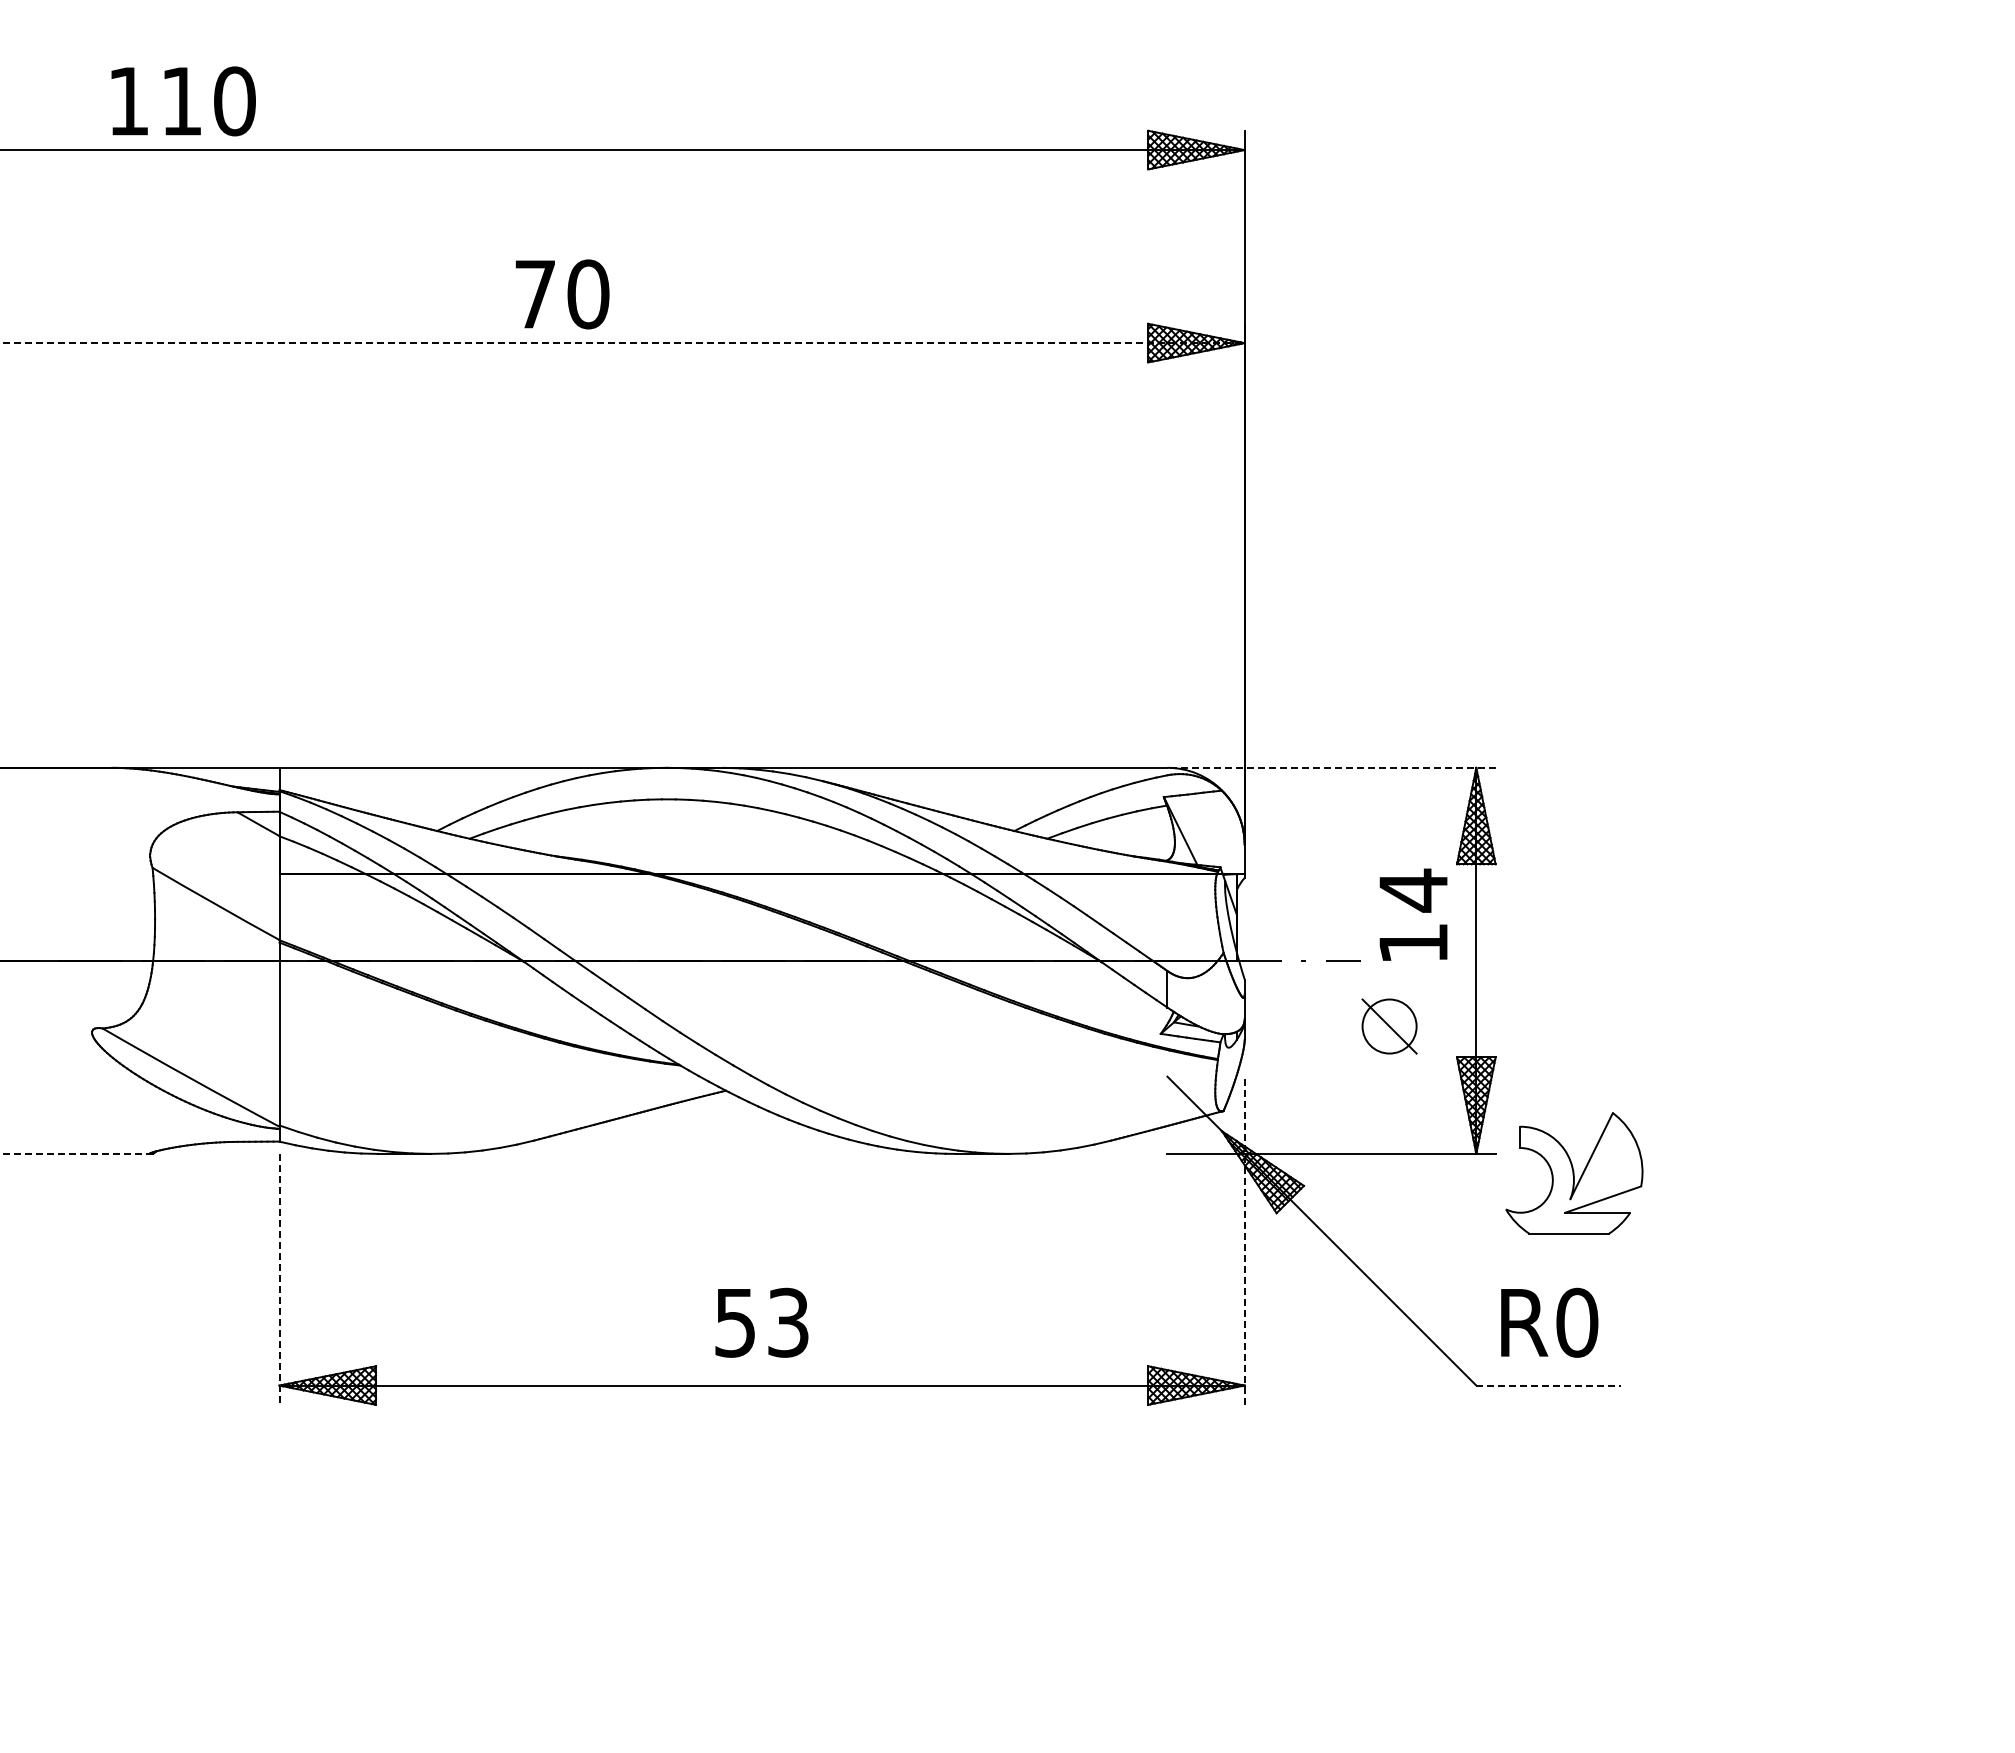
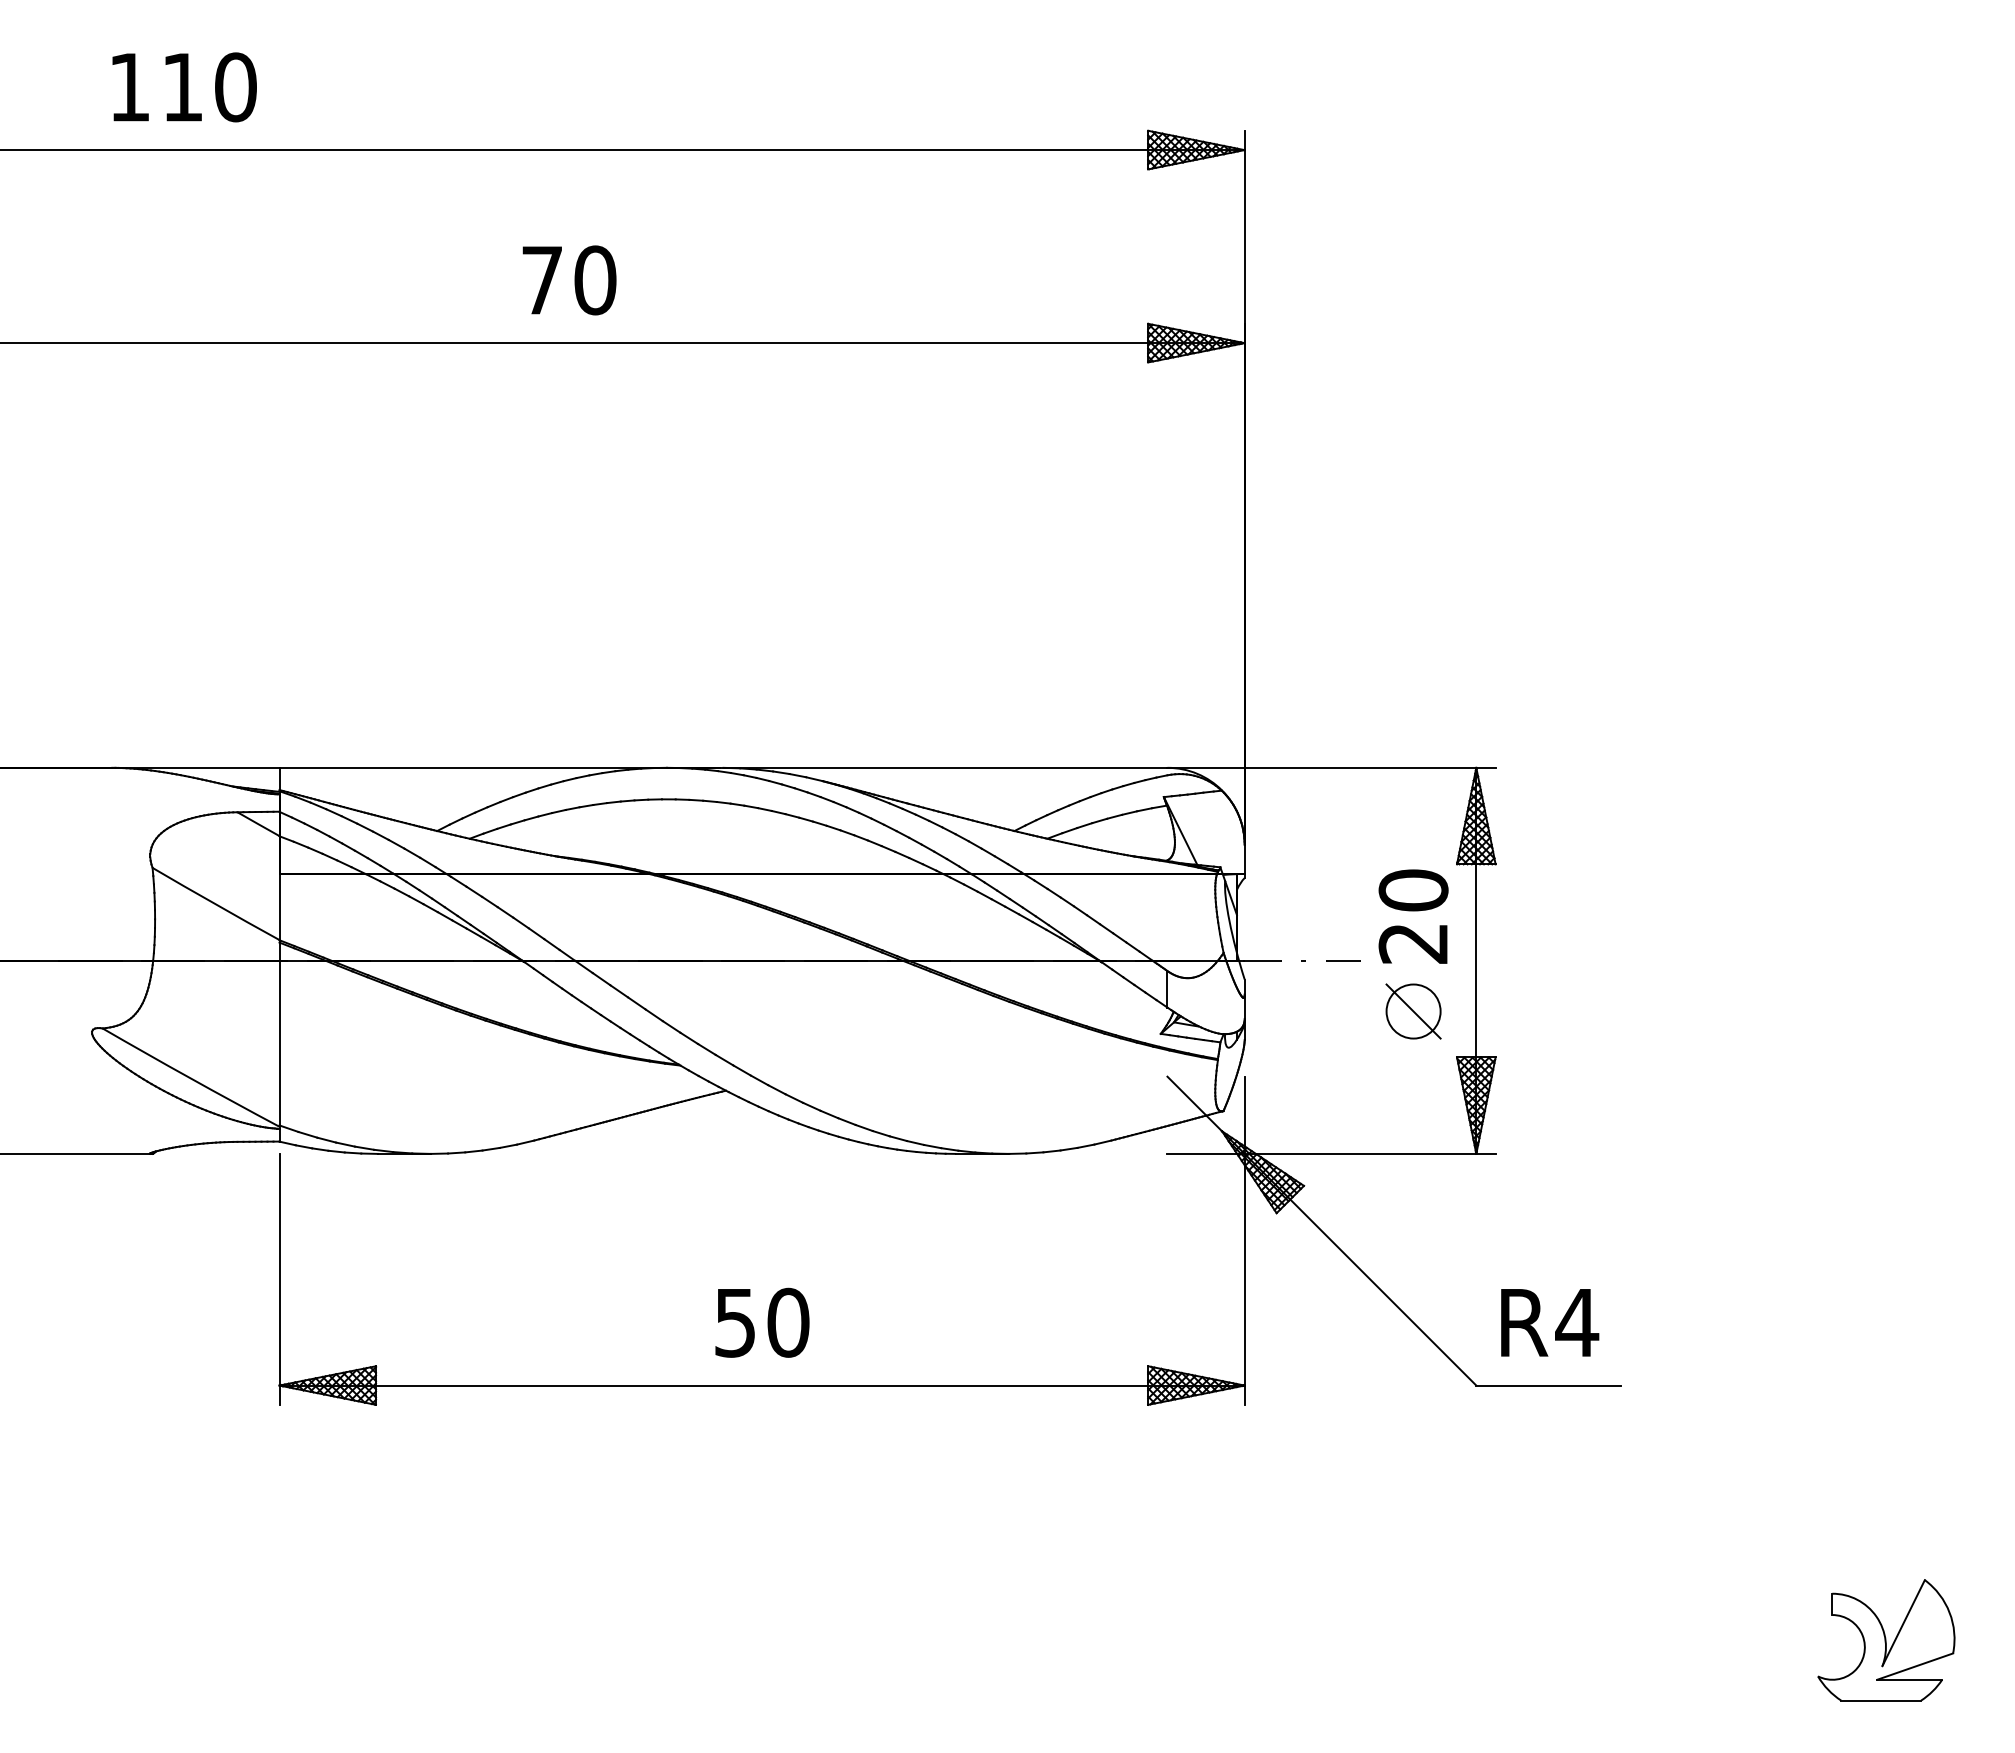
text at (183, 101) position: (183, 101) -> (184, 87)
text at (562, 294) position: (562, 294) -> (569, 280)
line at (623, 343): dashed -> solid
line at (1331, 767): dashed -> solid
text at (1413, 915): 14 -> 20
part at (1389, 1026) position: (1389, 1026) -> (1413, 1011)
line at (75, 1153): dashed -> solid
part at (1574, 1173) position: (1574, 1173) -> (1886, 1640)
line at (1244, 1240): dashed -> solid
line at (279, 1279): dashed -> solid
text at (788, 1322): 53 -> 50
text at (1577, 1322): R0 -> R4
line at (1548, 1385): dashed -> solid
